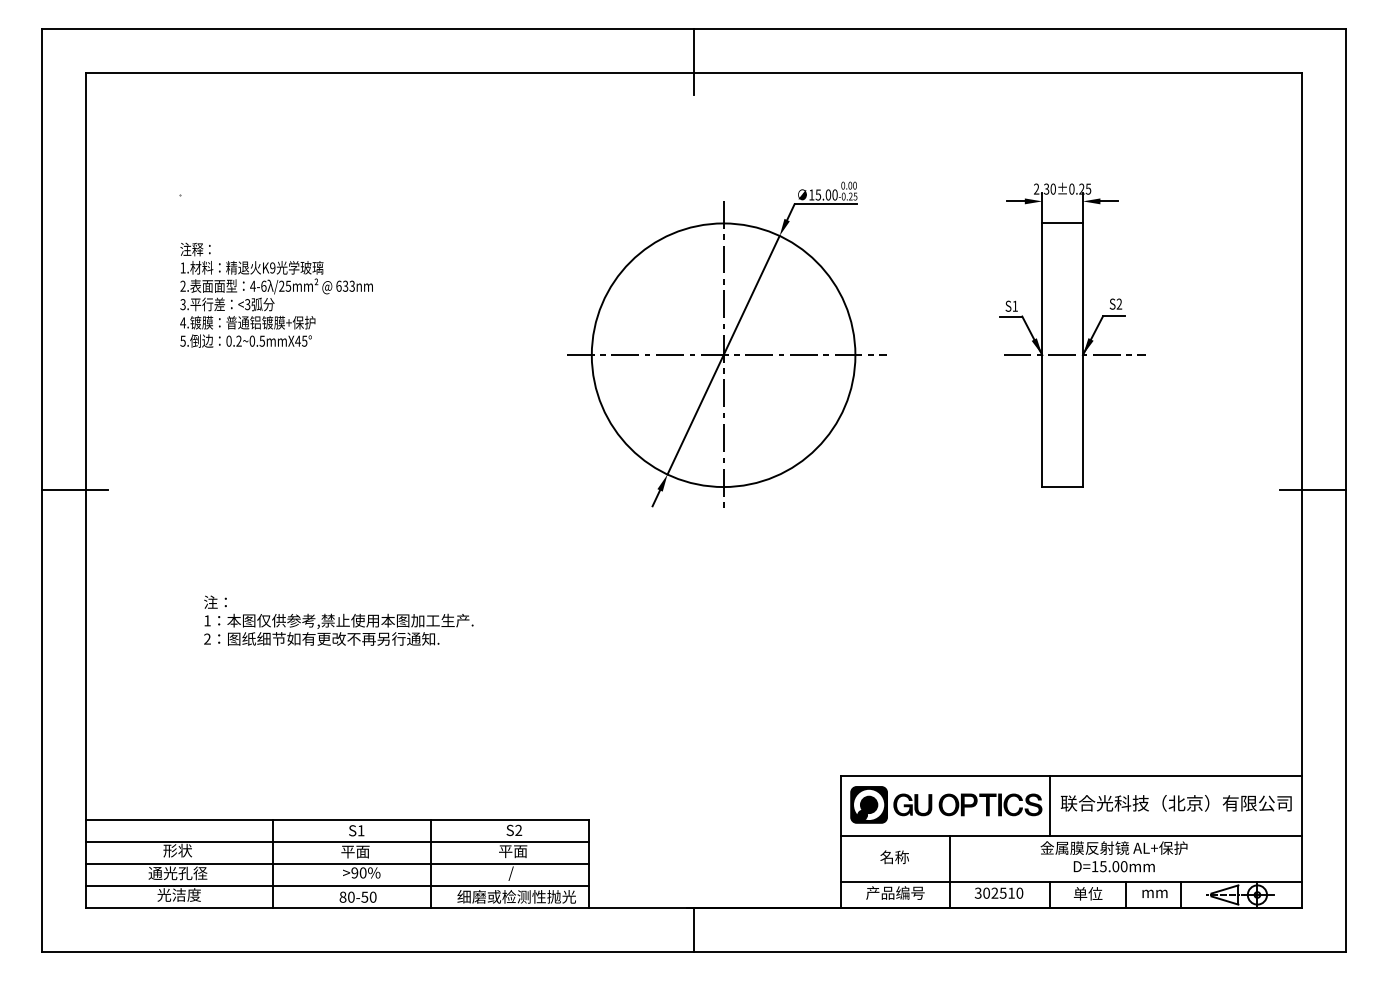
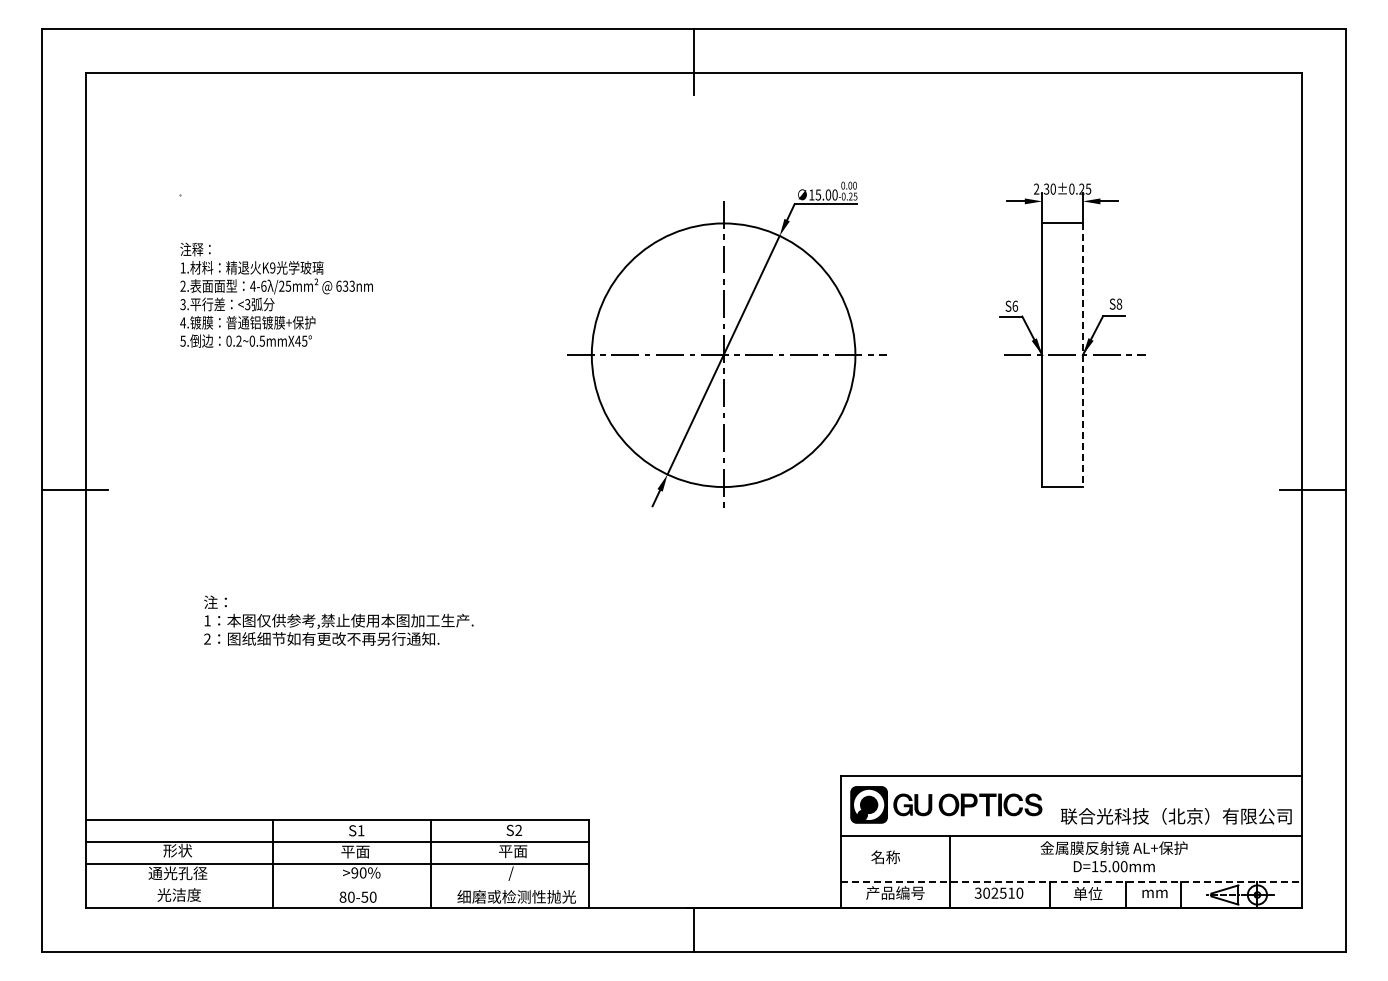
text at (1119, 303): S2 -> S8
text at (1015, 305): S1 -> S6
line at (1082, 355): solid -> dashed
text at (1175, 803) position: (1175, 803) -> (1175, 816)
line at (1050, 805): present -> none
text at (894, 857) position: (894, 857) -> (885, 857)
line at (1071, 882): solid -> dashed
line at (337, 885): present -> none
